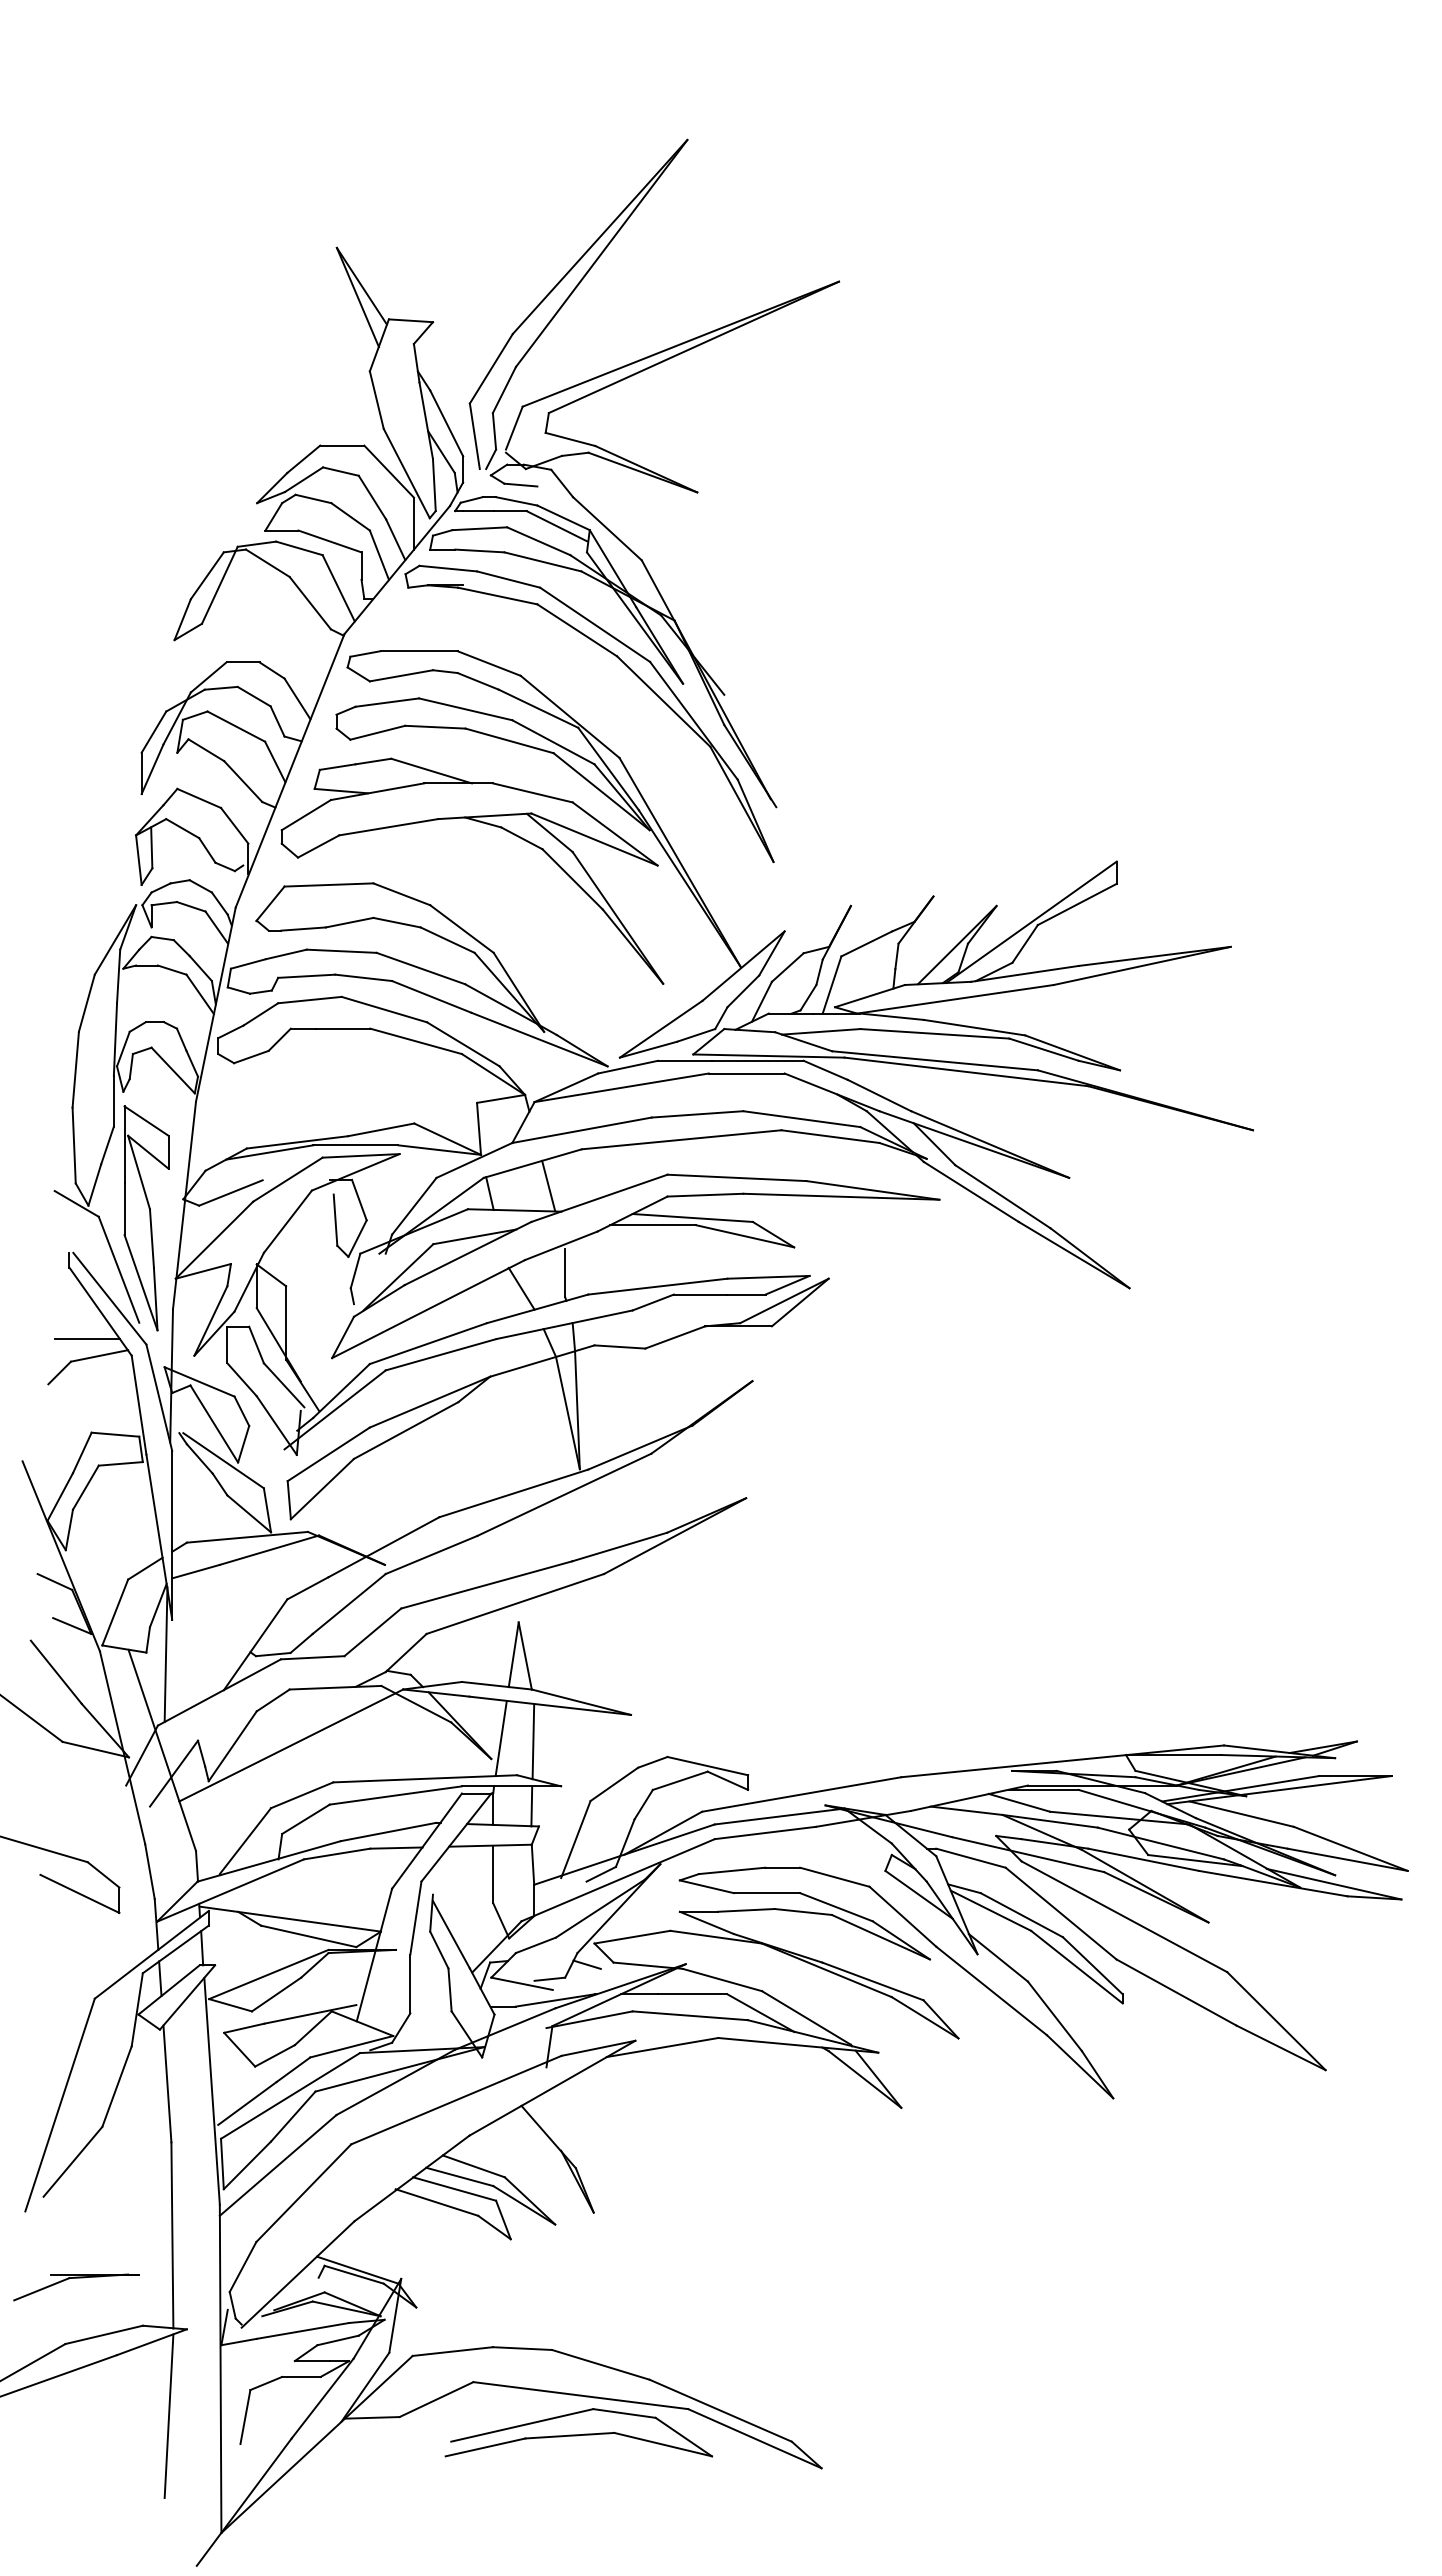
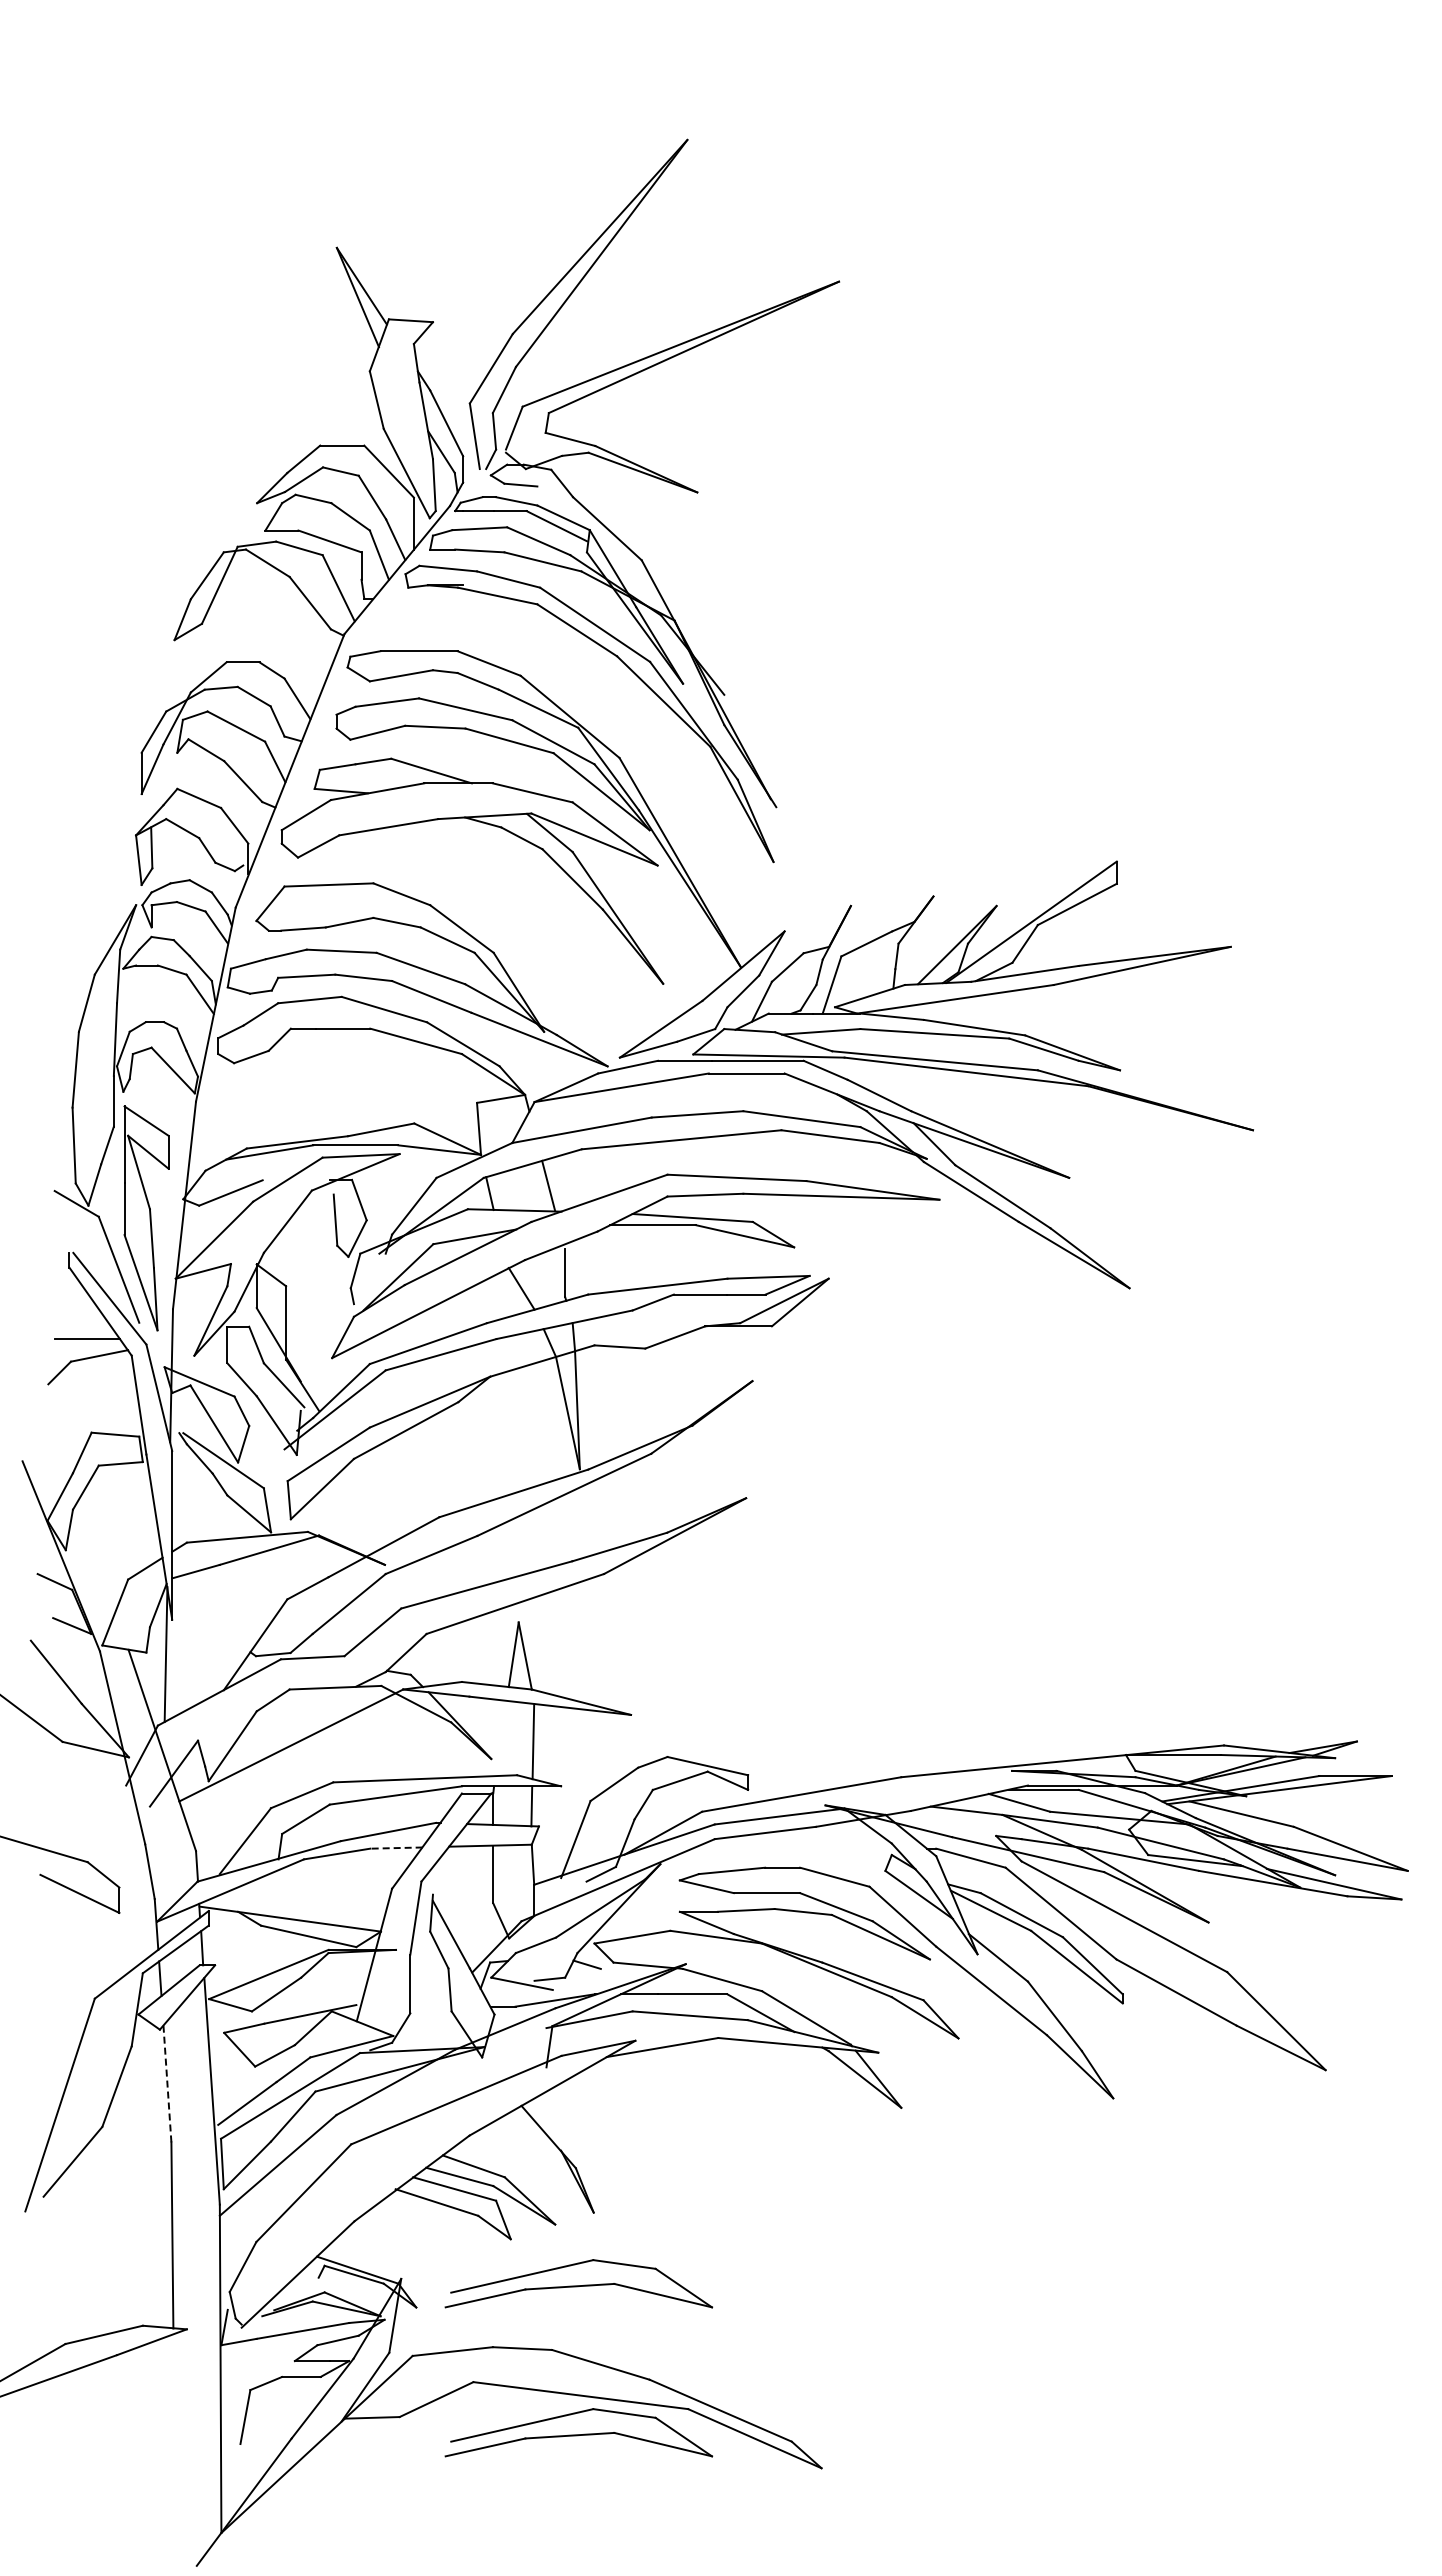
line at (500, 1738): present -> none
line at (395, 1848): solid -> dashed
line at (167, 2084): solid -> dashed
part at (76, 2278): present -> none
part at (578, 2283): none -> present
line at (168, 2416): present -> none
